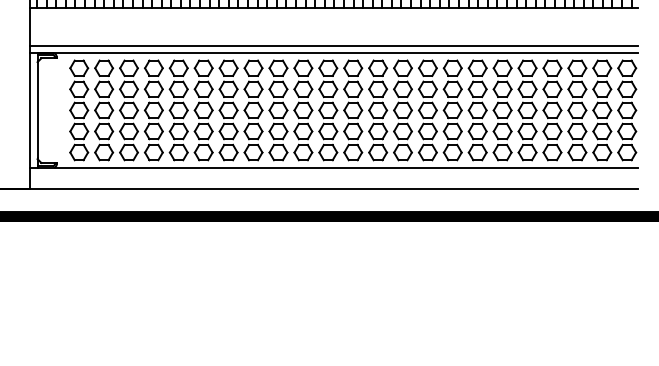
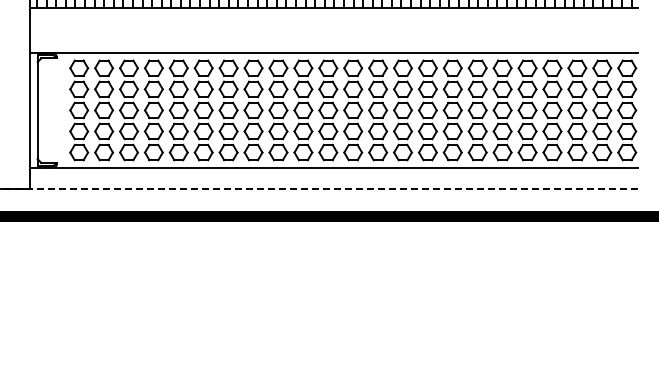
line at (333, 46): present -> none
line at (319, 188): solid -> dashed
